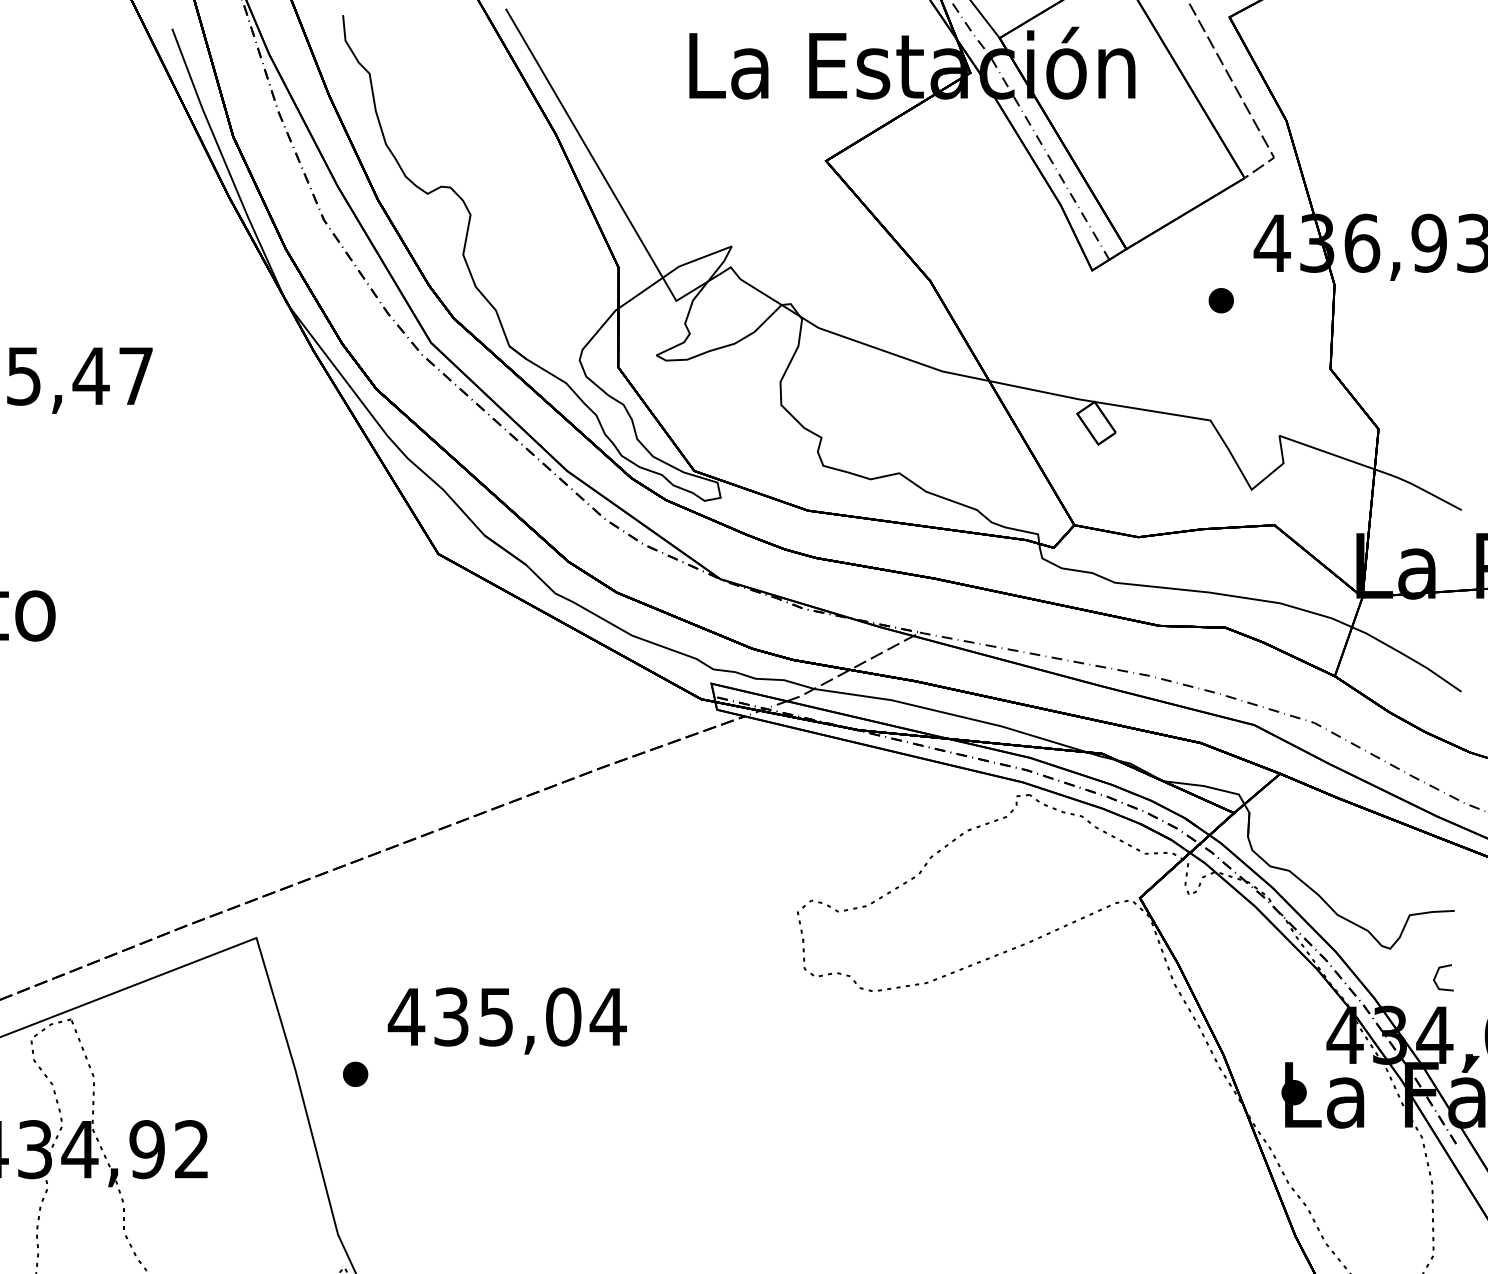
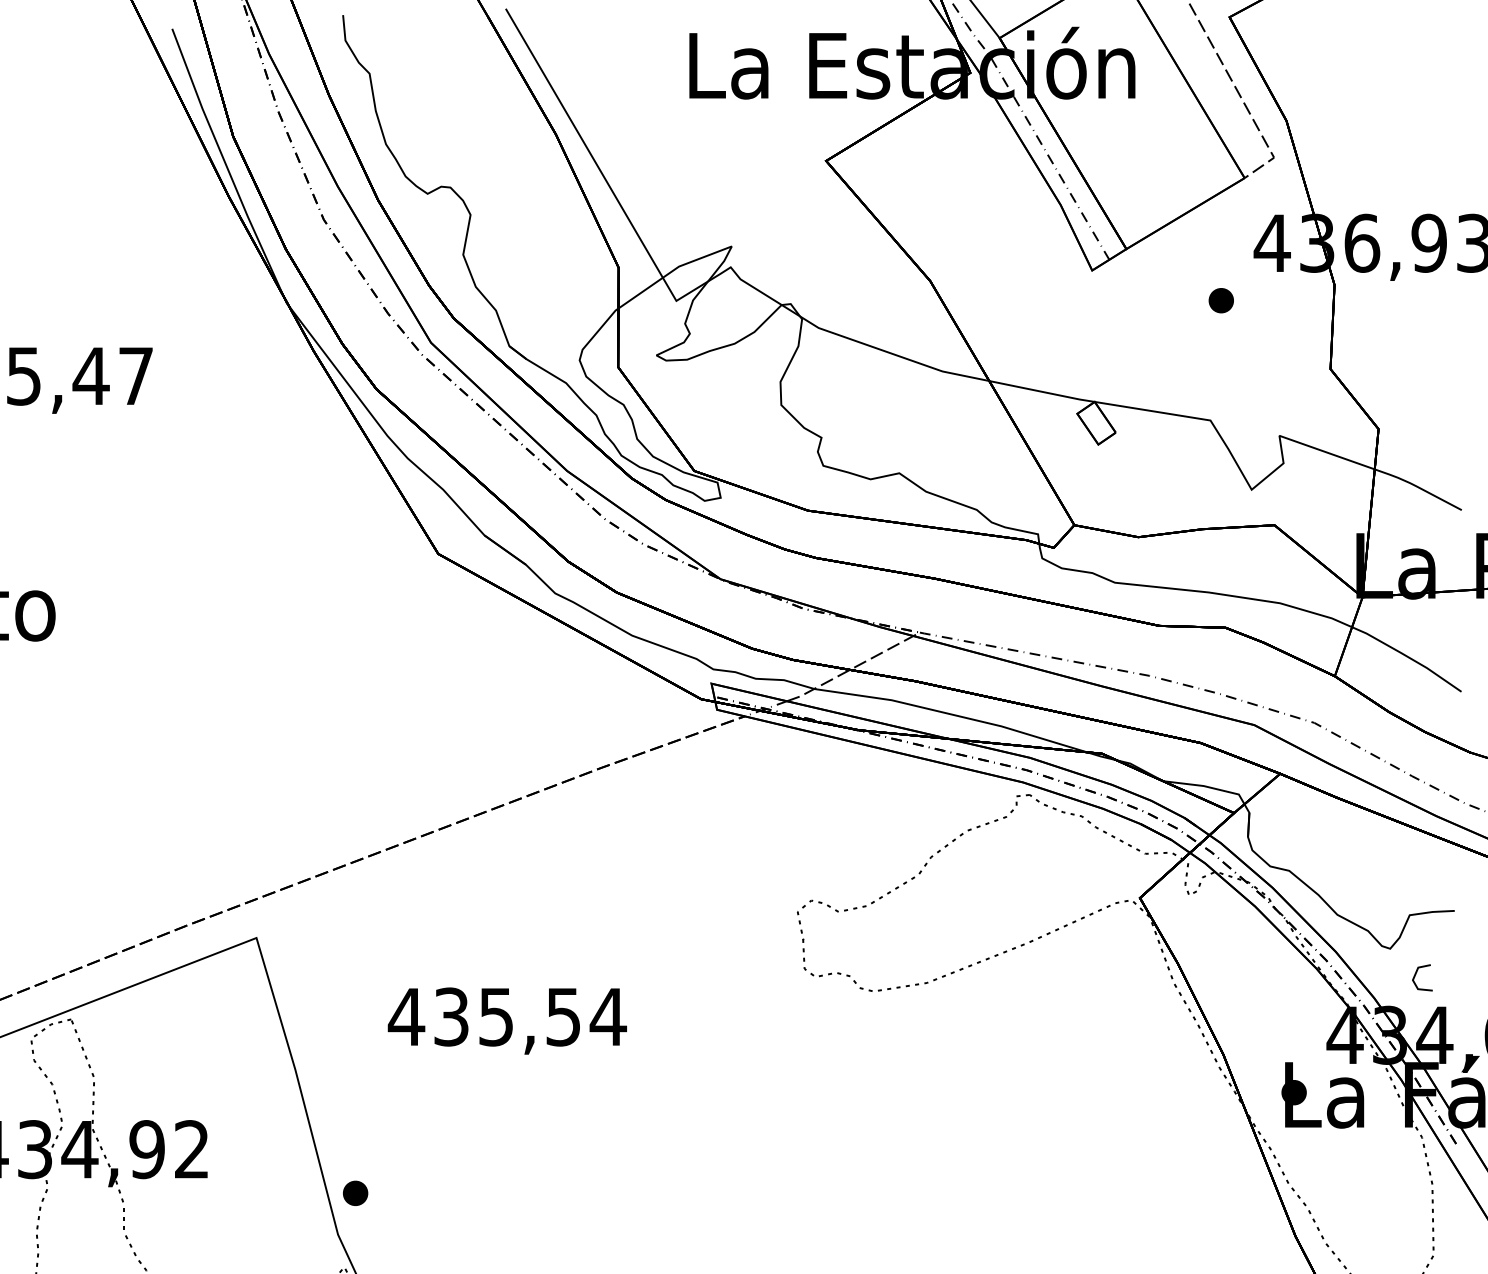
line at (1437, 974) position: (1437, 974) -> (1416, 974)
text at (563, 1016): 435,04 -> 435,54
part at (355, 1073) position: (355, 1073) -> (355, 1192)
